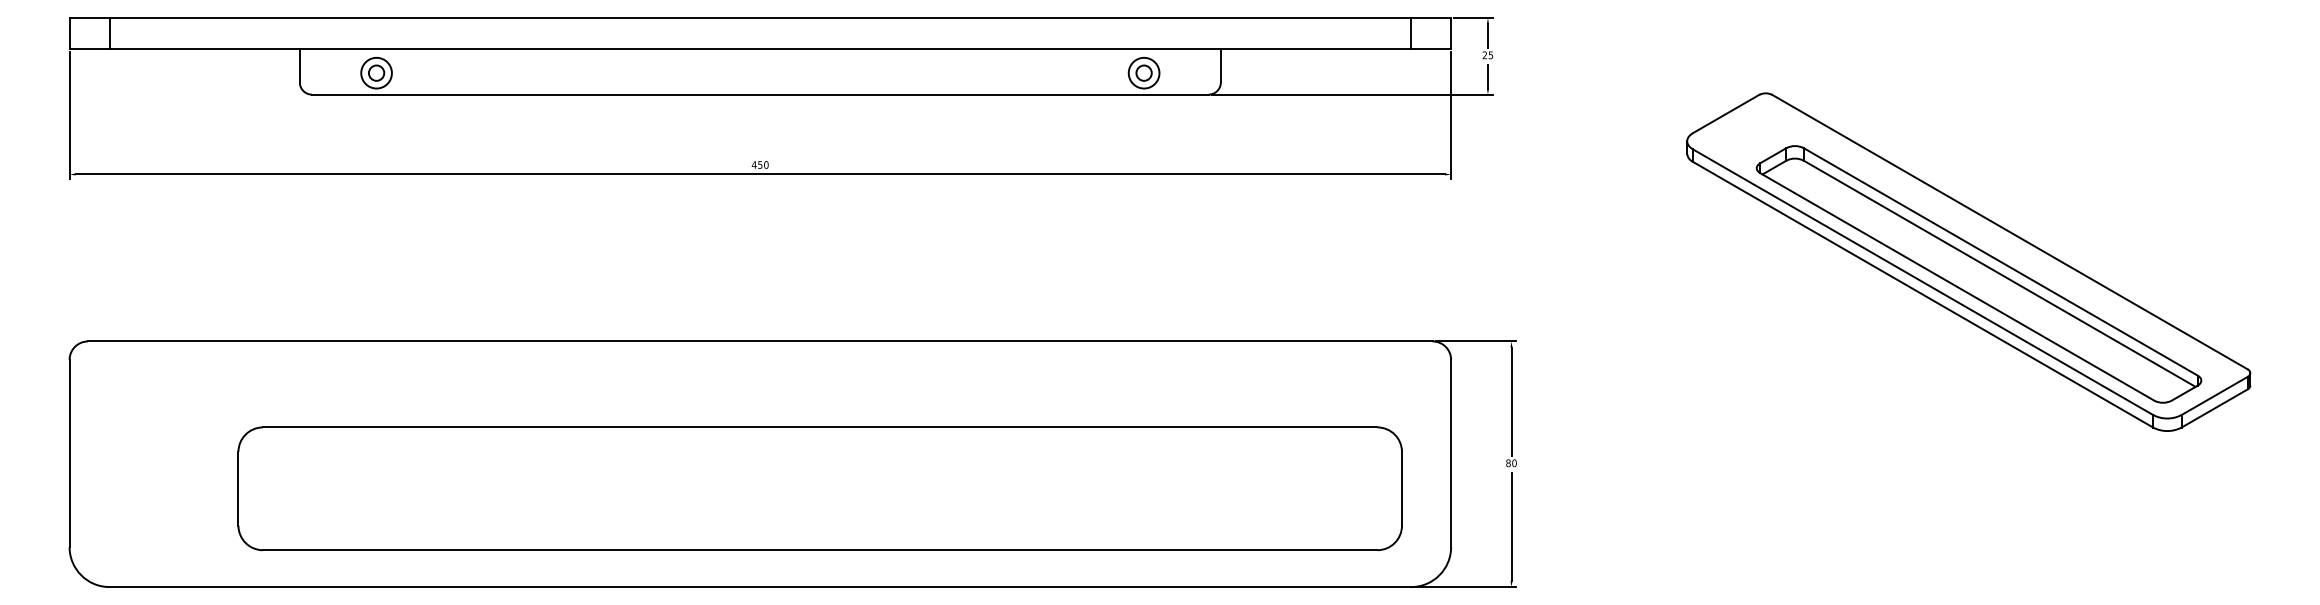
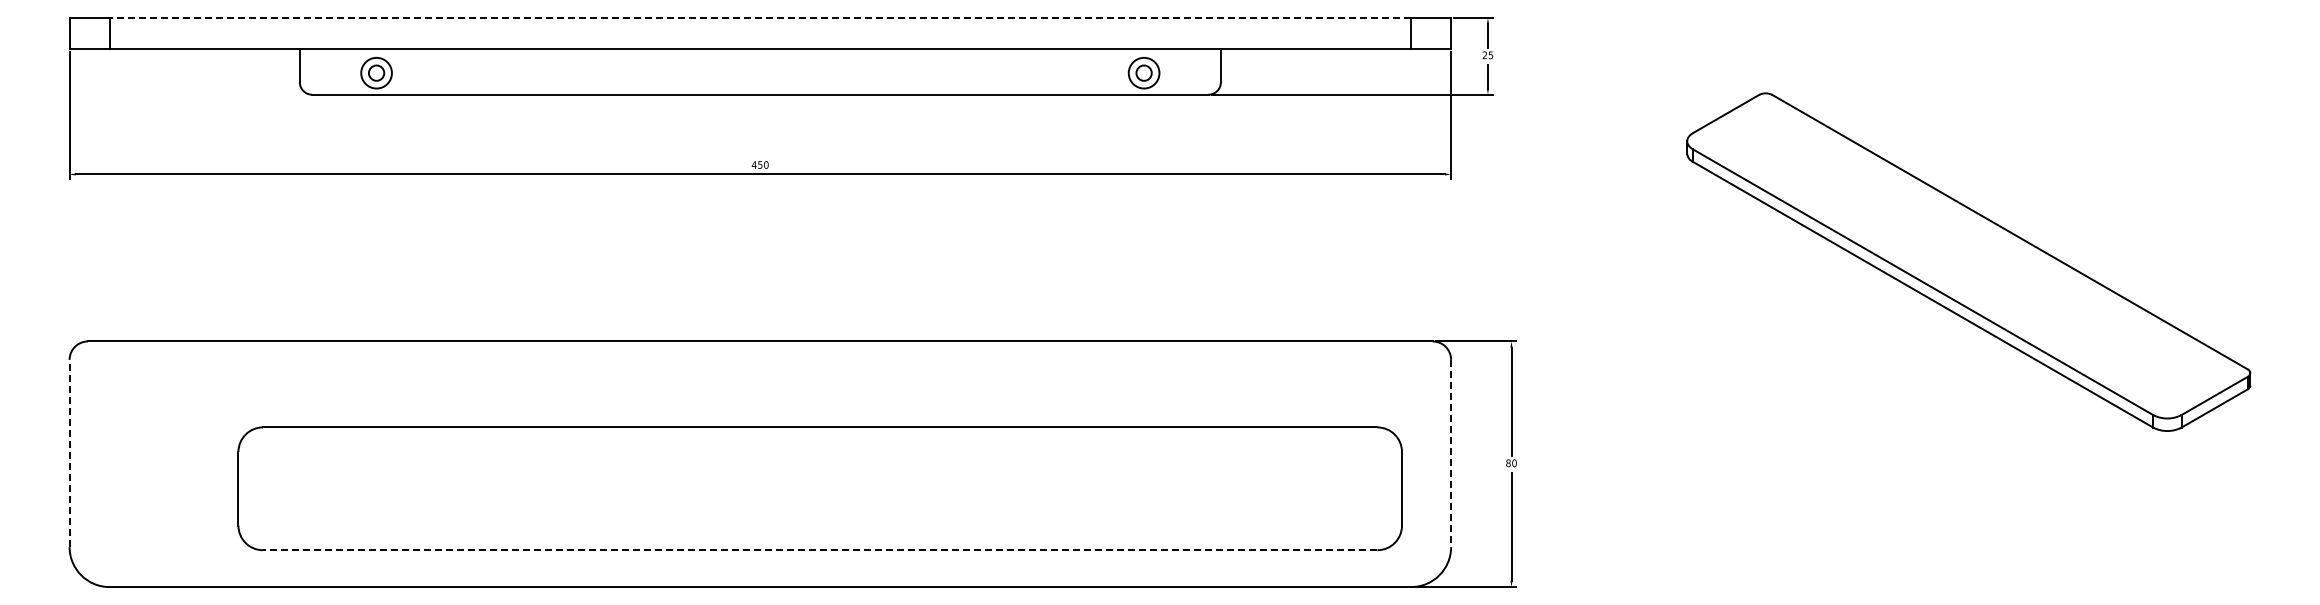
line at (760, 17): solid -> dashed
part at (1978, 274): present -> none
line at (69, 453): solid -> dashed
line at (1451, 453): solid -> dashed
line at (819, 550): solid -> dashed
